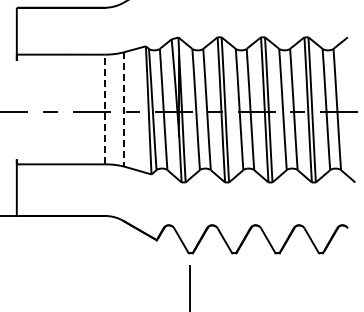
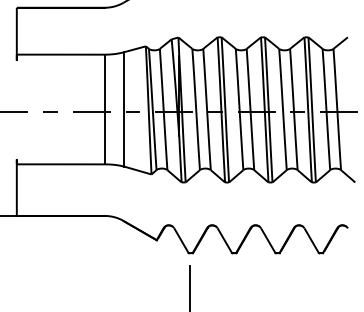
line at (104, 109): dashed -> solid
line at (123, 109): dashed -> solid
